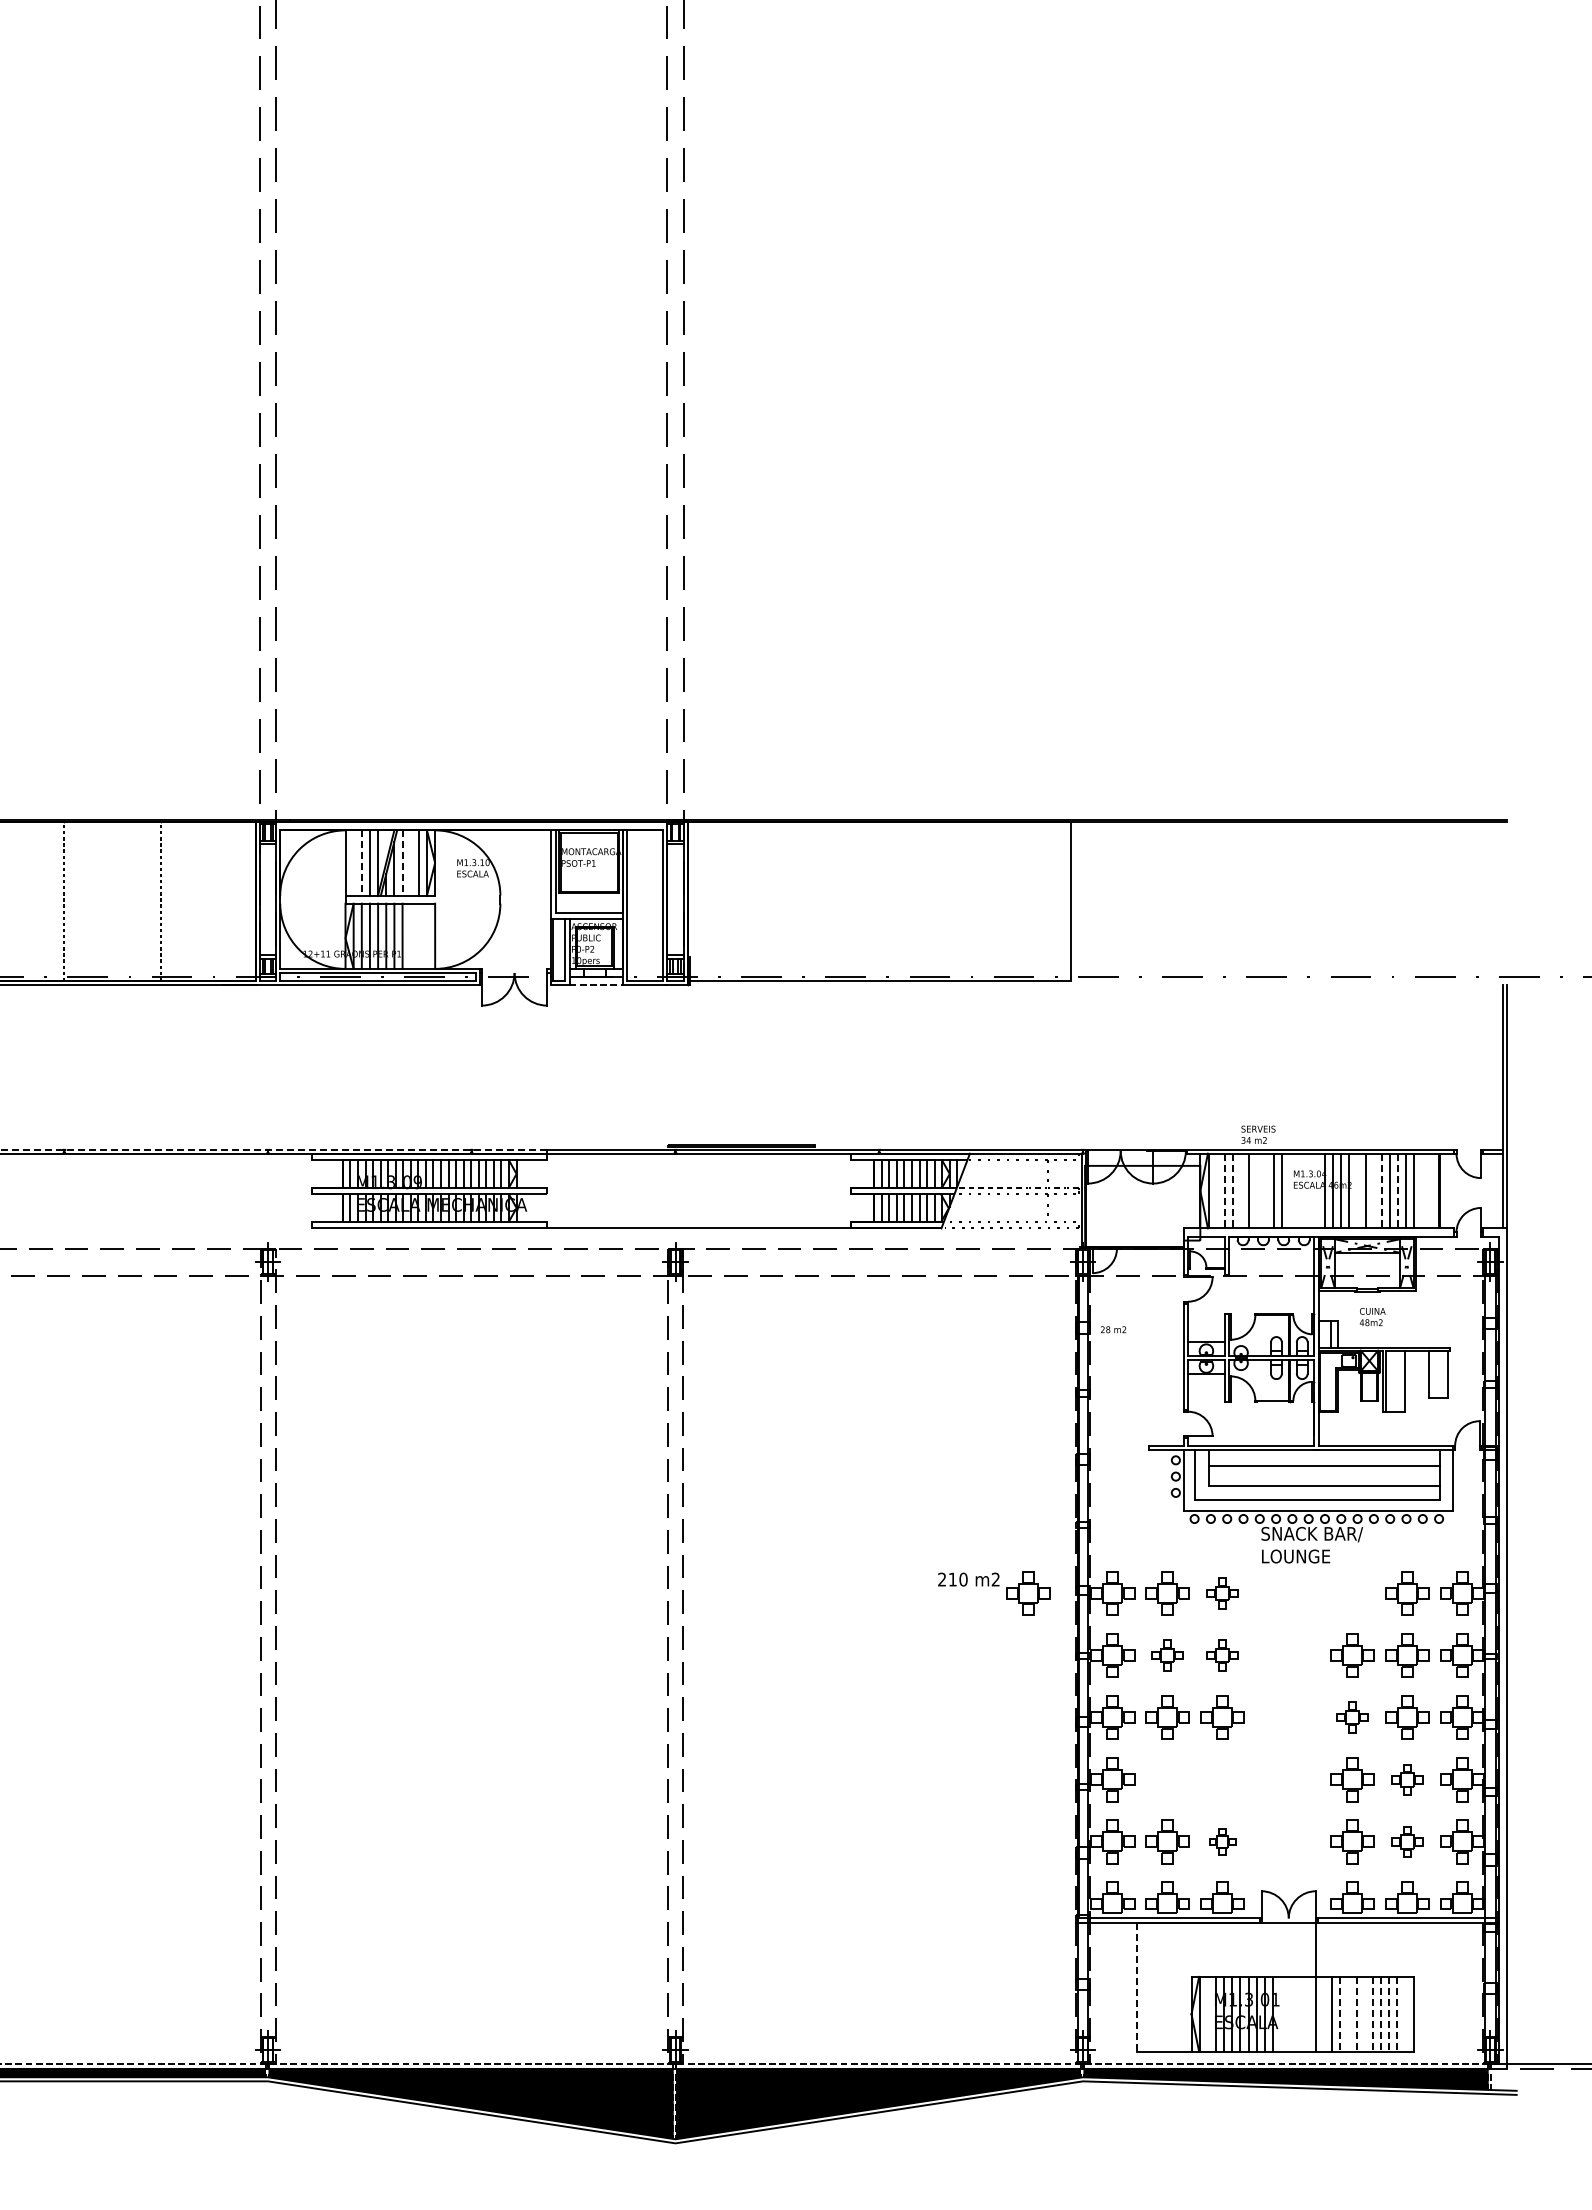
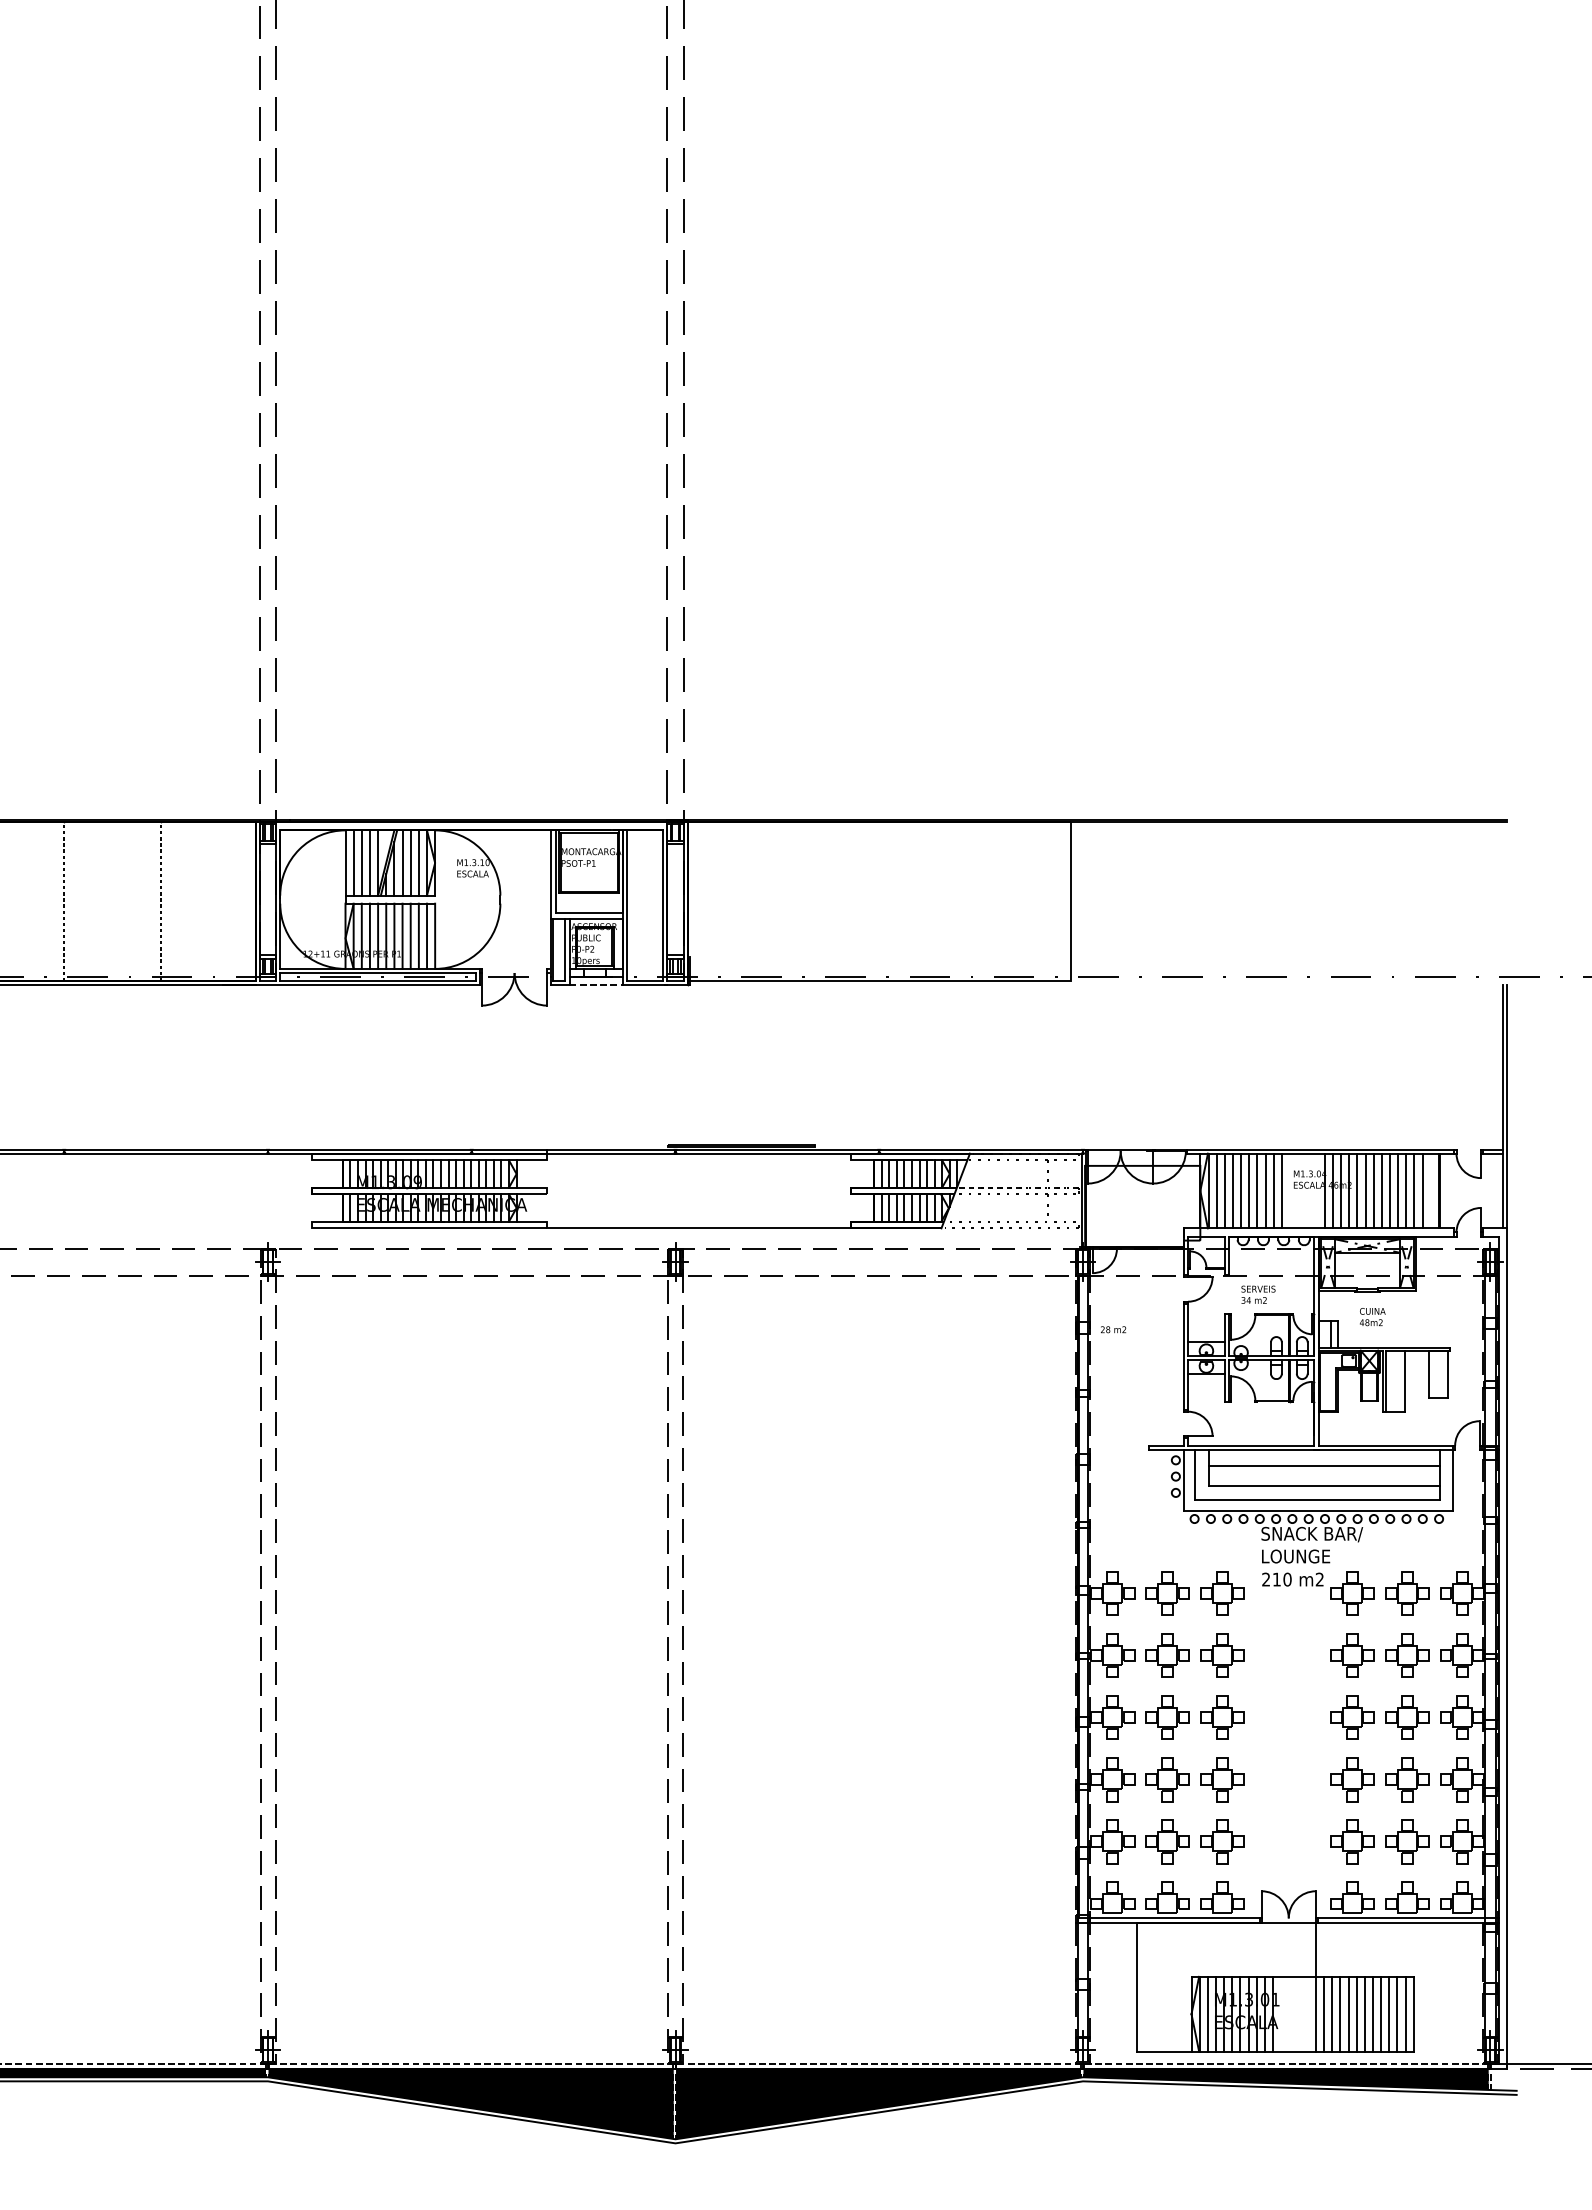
line at (353, 862): none -> present
line at (361, 862): dashed -> solid
line at (402, 862): dashed -> solid
line at (410, 862): none -> present
line at (410, 935): none -> present
line at (418, 935): none -> present
line at (427, 935): none -> present
text at (1258, 1134) position: (1258, 1134) -> (1258, 1294)
line at (274, 1149): dashed -> solid
line at (1216, 1190): none -> present
line at (1241, 1190): none -> present
line at (1257, 1190): none -> present
line at (1265, 1190): none -> present
line at (1357, 1190): none -> present
line at (1373, 1190): none -> present
line at (1422, 1190): none -> present
line at (1224, 1191): dashed -> solid
line at (1232, 1191): dashed -> solid
line at (1381, 1191): dashed -> solid
line at (1398, 1191): dashed -> solid
part at (994, 1586) position: (994, 1586) -> (1318, 1586)
part at (1222, 1593) size: 33x33 px -> 45x45 px
part at (1167, 1655) size: 33x33 px -> 45x45 px
part at (1222, 1655) size: 33x33 px -> 45x45 px
part at (1352, 1717) size: 33x33 px -> 45x45 px
part at (1167, 1779): none -> present
part at (1222, 1779): none -> present
part at (1407, 1779) size: 33x32 px -> 45x46 px
part at (1222, 1841) size: 28x28 px -> 45x46 px
part at (1407, 1841) size: 33x32 px -> 45x46 px
line at (1137, 1987): dashed -> solid
line at (1207, 2013): none -> present
line at (1324, 2013): none -> present
line at (1348, 2013): none -> present
line at (1364, 2013): none -> present
line at (1405, 2013): none -> present
line at (1340, 2014): dashed -> solid
line at (1356, 2014): dashed -> solid
line at (1372, 2014): dashed -> solid
line at (1381, 2014): dashed -> solid
line at (1389, 2014): dashed -> solid
line at (1397, 2014): dashed -> solid
